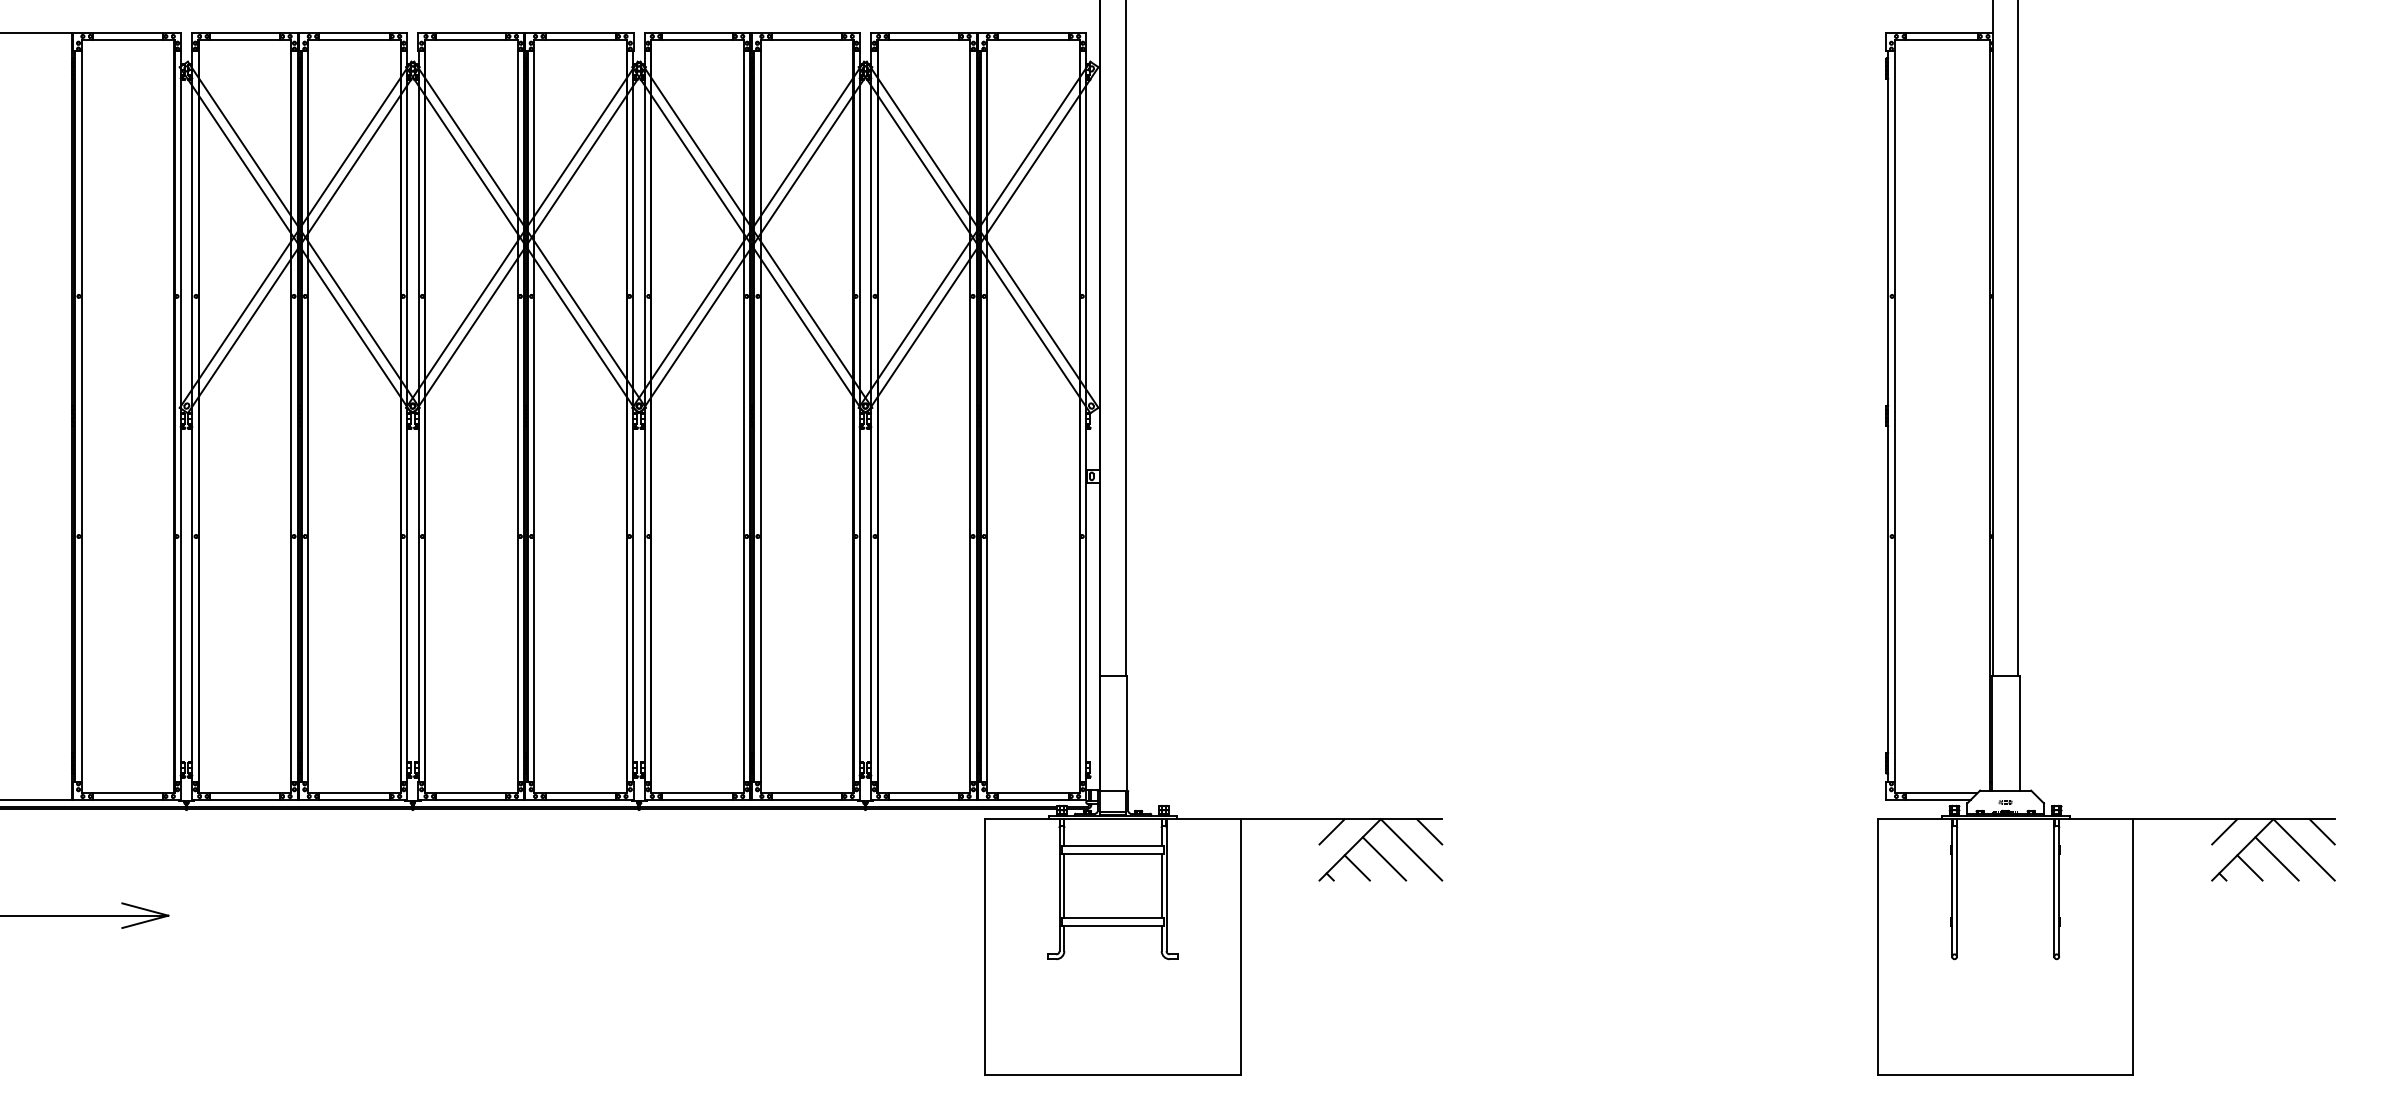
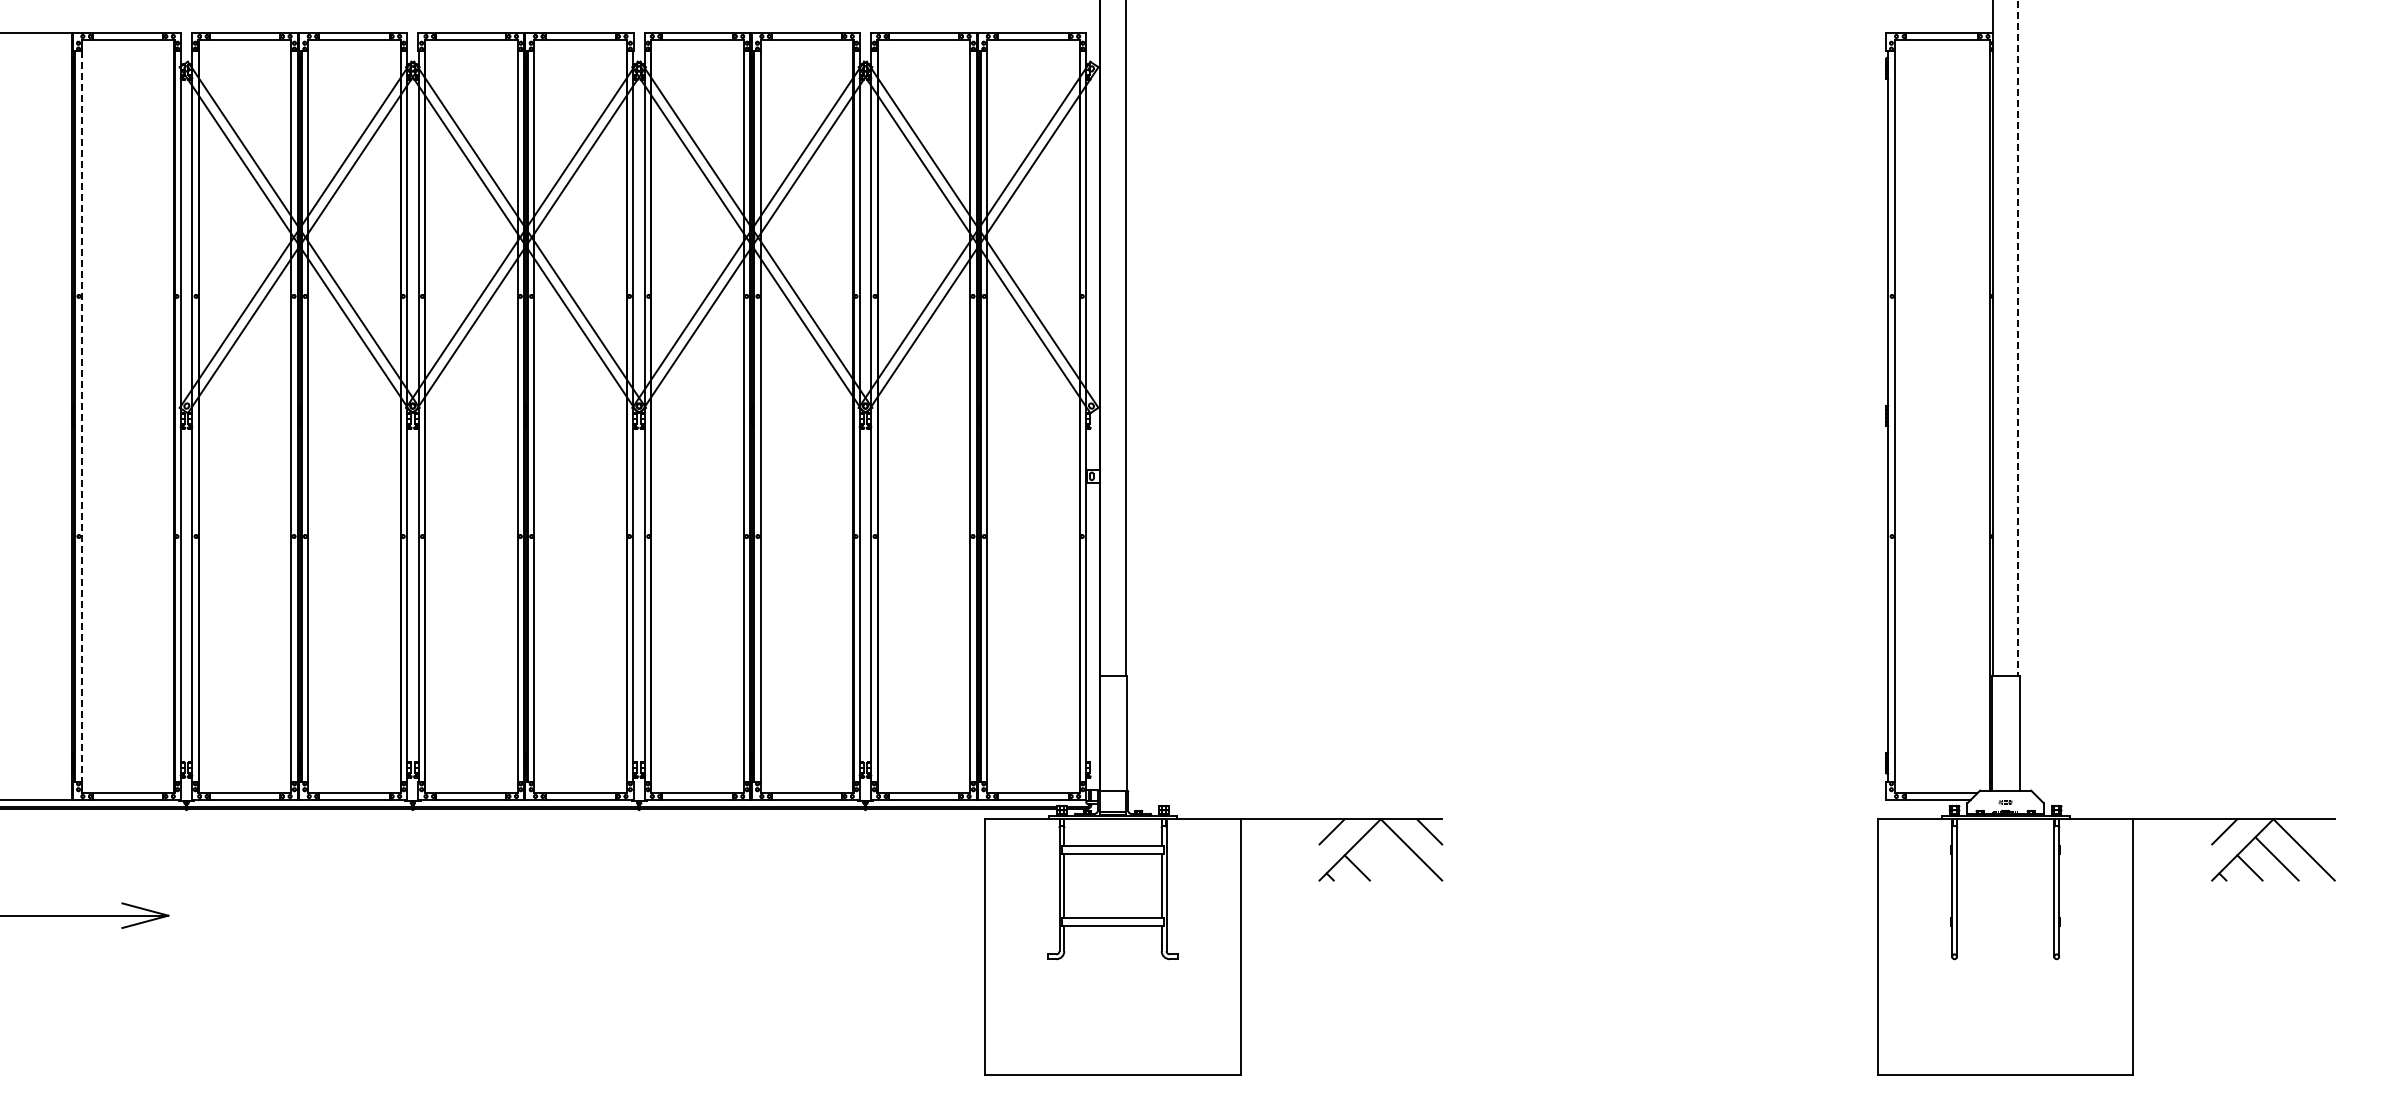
line at (2018, 338): solid -> dashed
line at (81, 416): solid -> dashed
line at (2321, 831): present -> none
line at (1384, 858): present -> none
